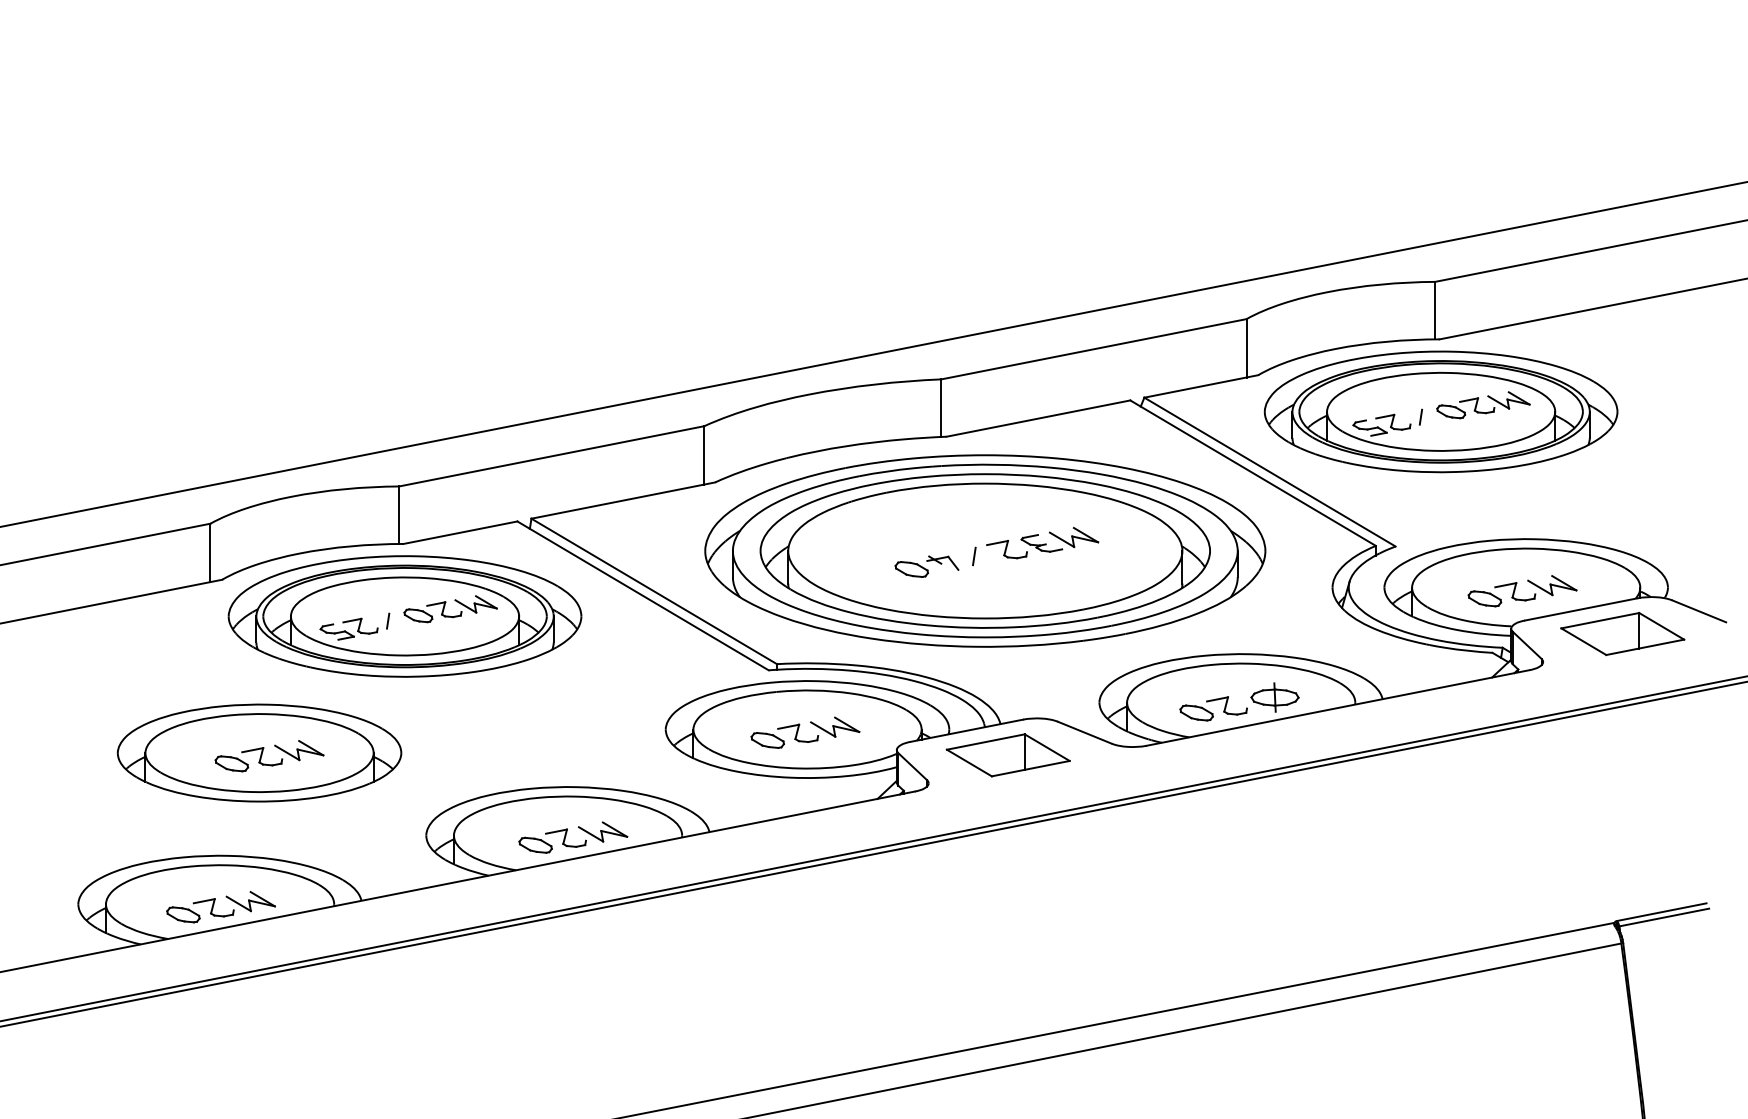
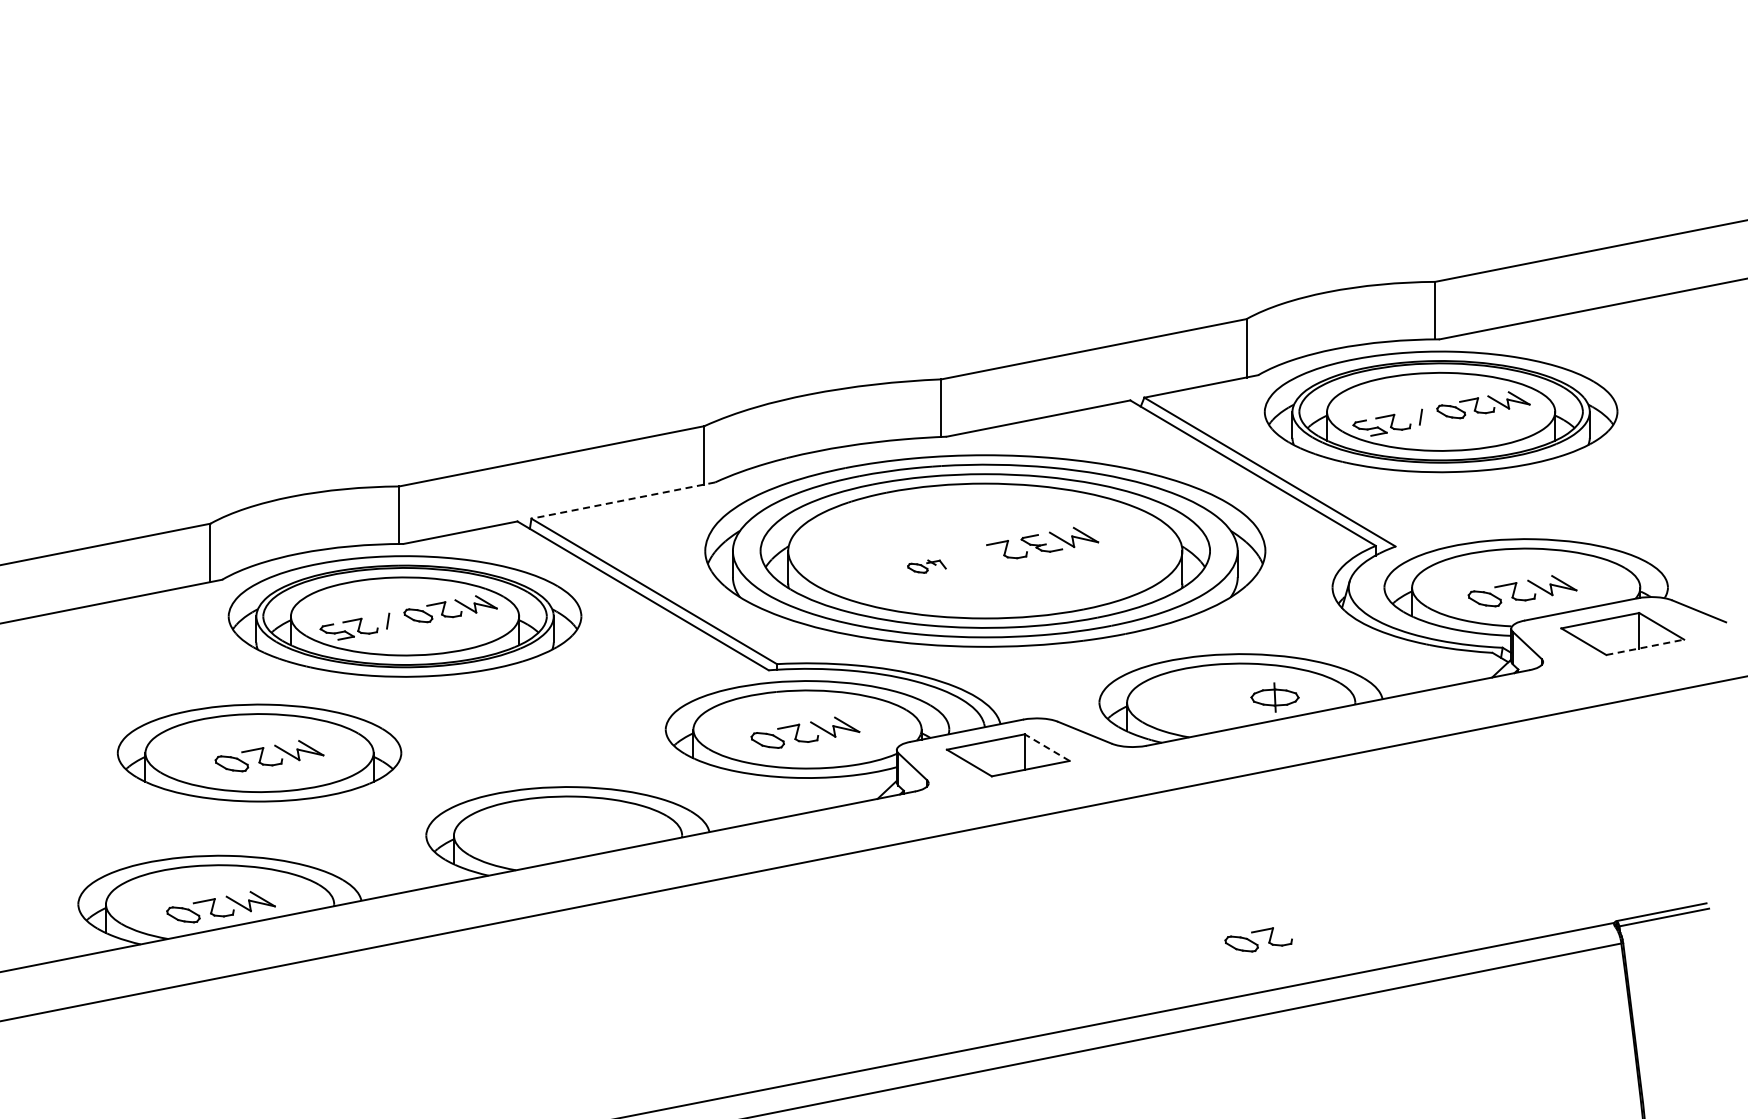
line at (873, 354): present -> none
line at (623, 500): solid -> dashed
line at (974, 556): present -> none
part at (926, 566) size: 66x23 px -> 40x15 px
line at (1645, 647): solid -> dashed
part at (1213, 708) position: (1213, 708) -> (1258, 939)
line at (1046, 747): solid -> dashed
part at (566, 836): present -> none
line at (873, 854): present -> none
